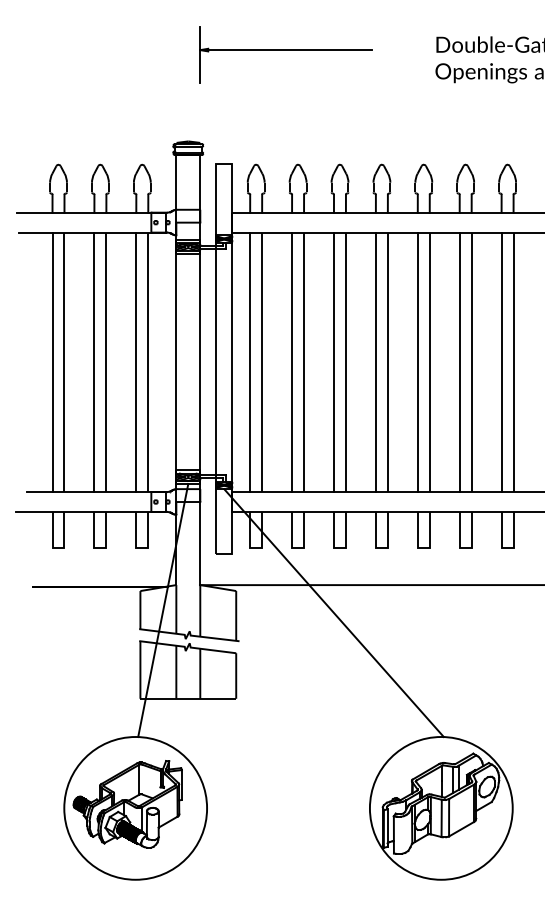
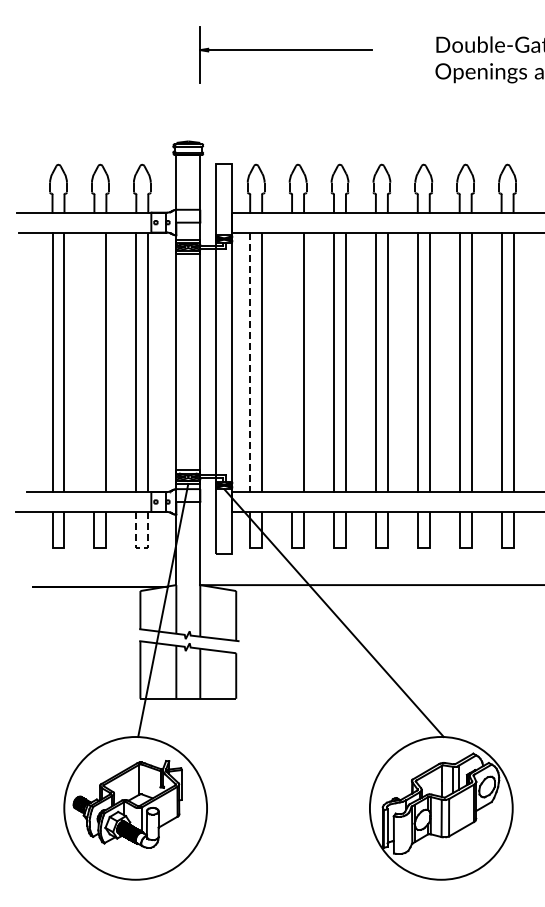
line at (94, 362): present -> none
line at (250, 362): solid -> dashed
line at (292, 362): present -> none
line at (142, 547): solid -> dashed
